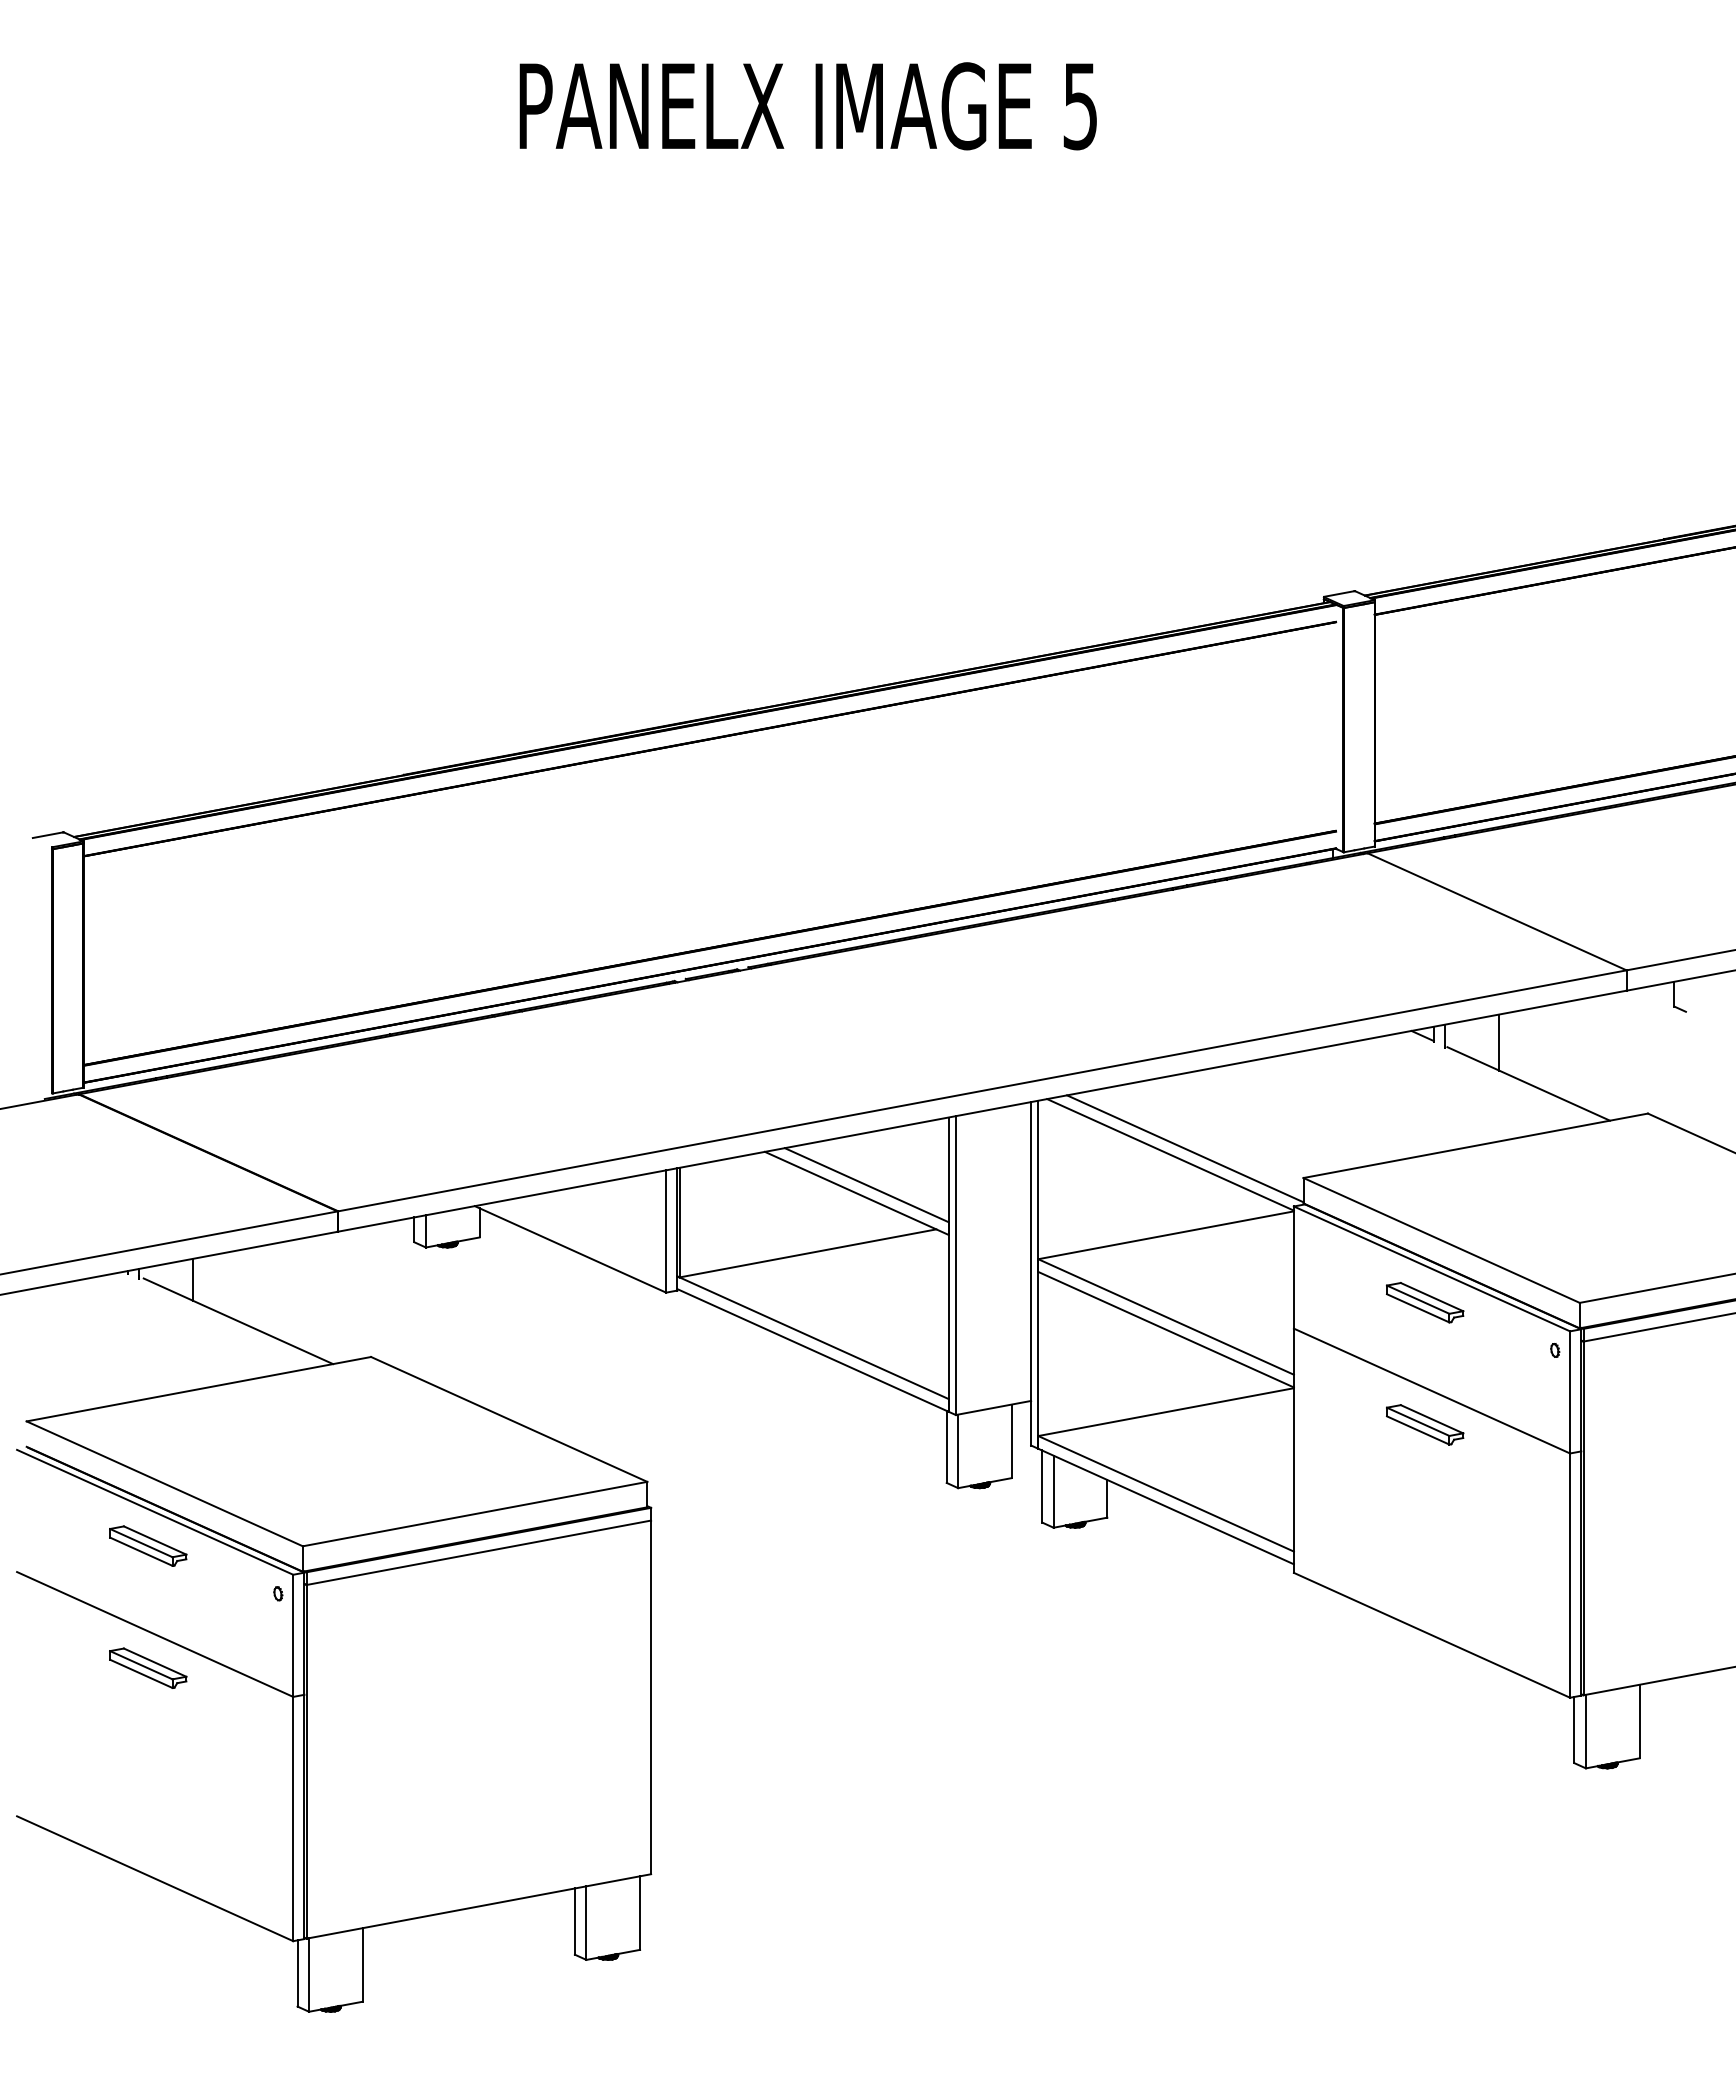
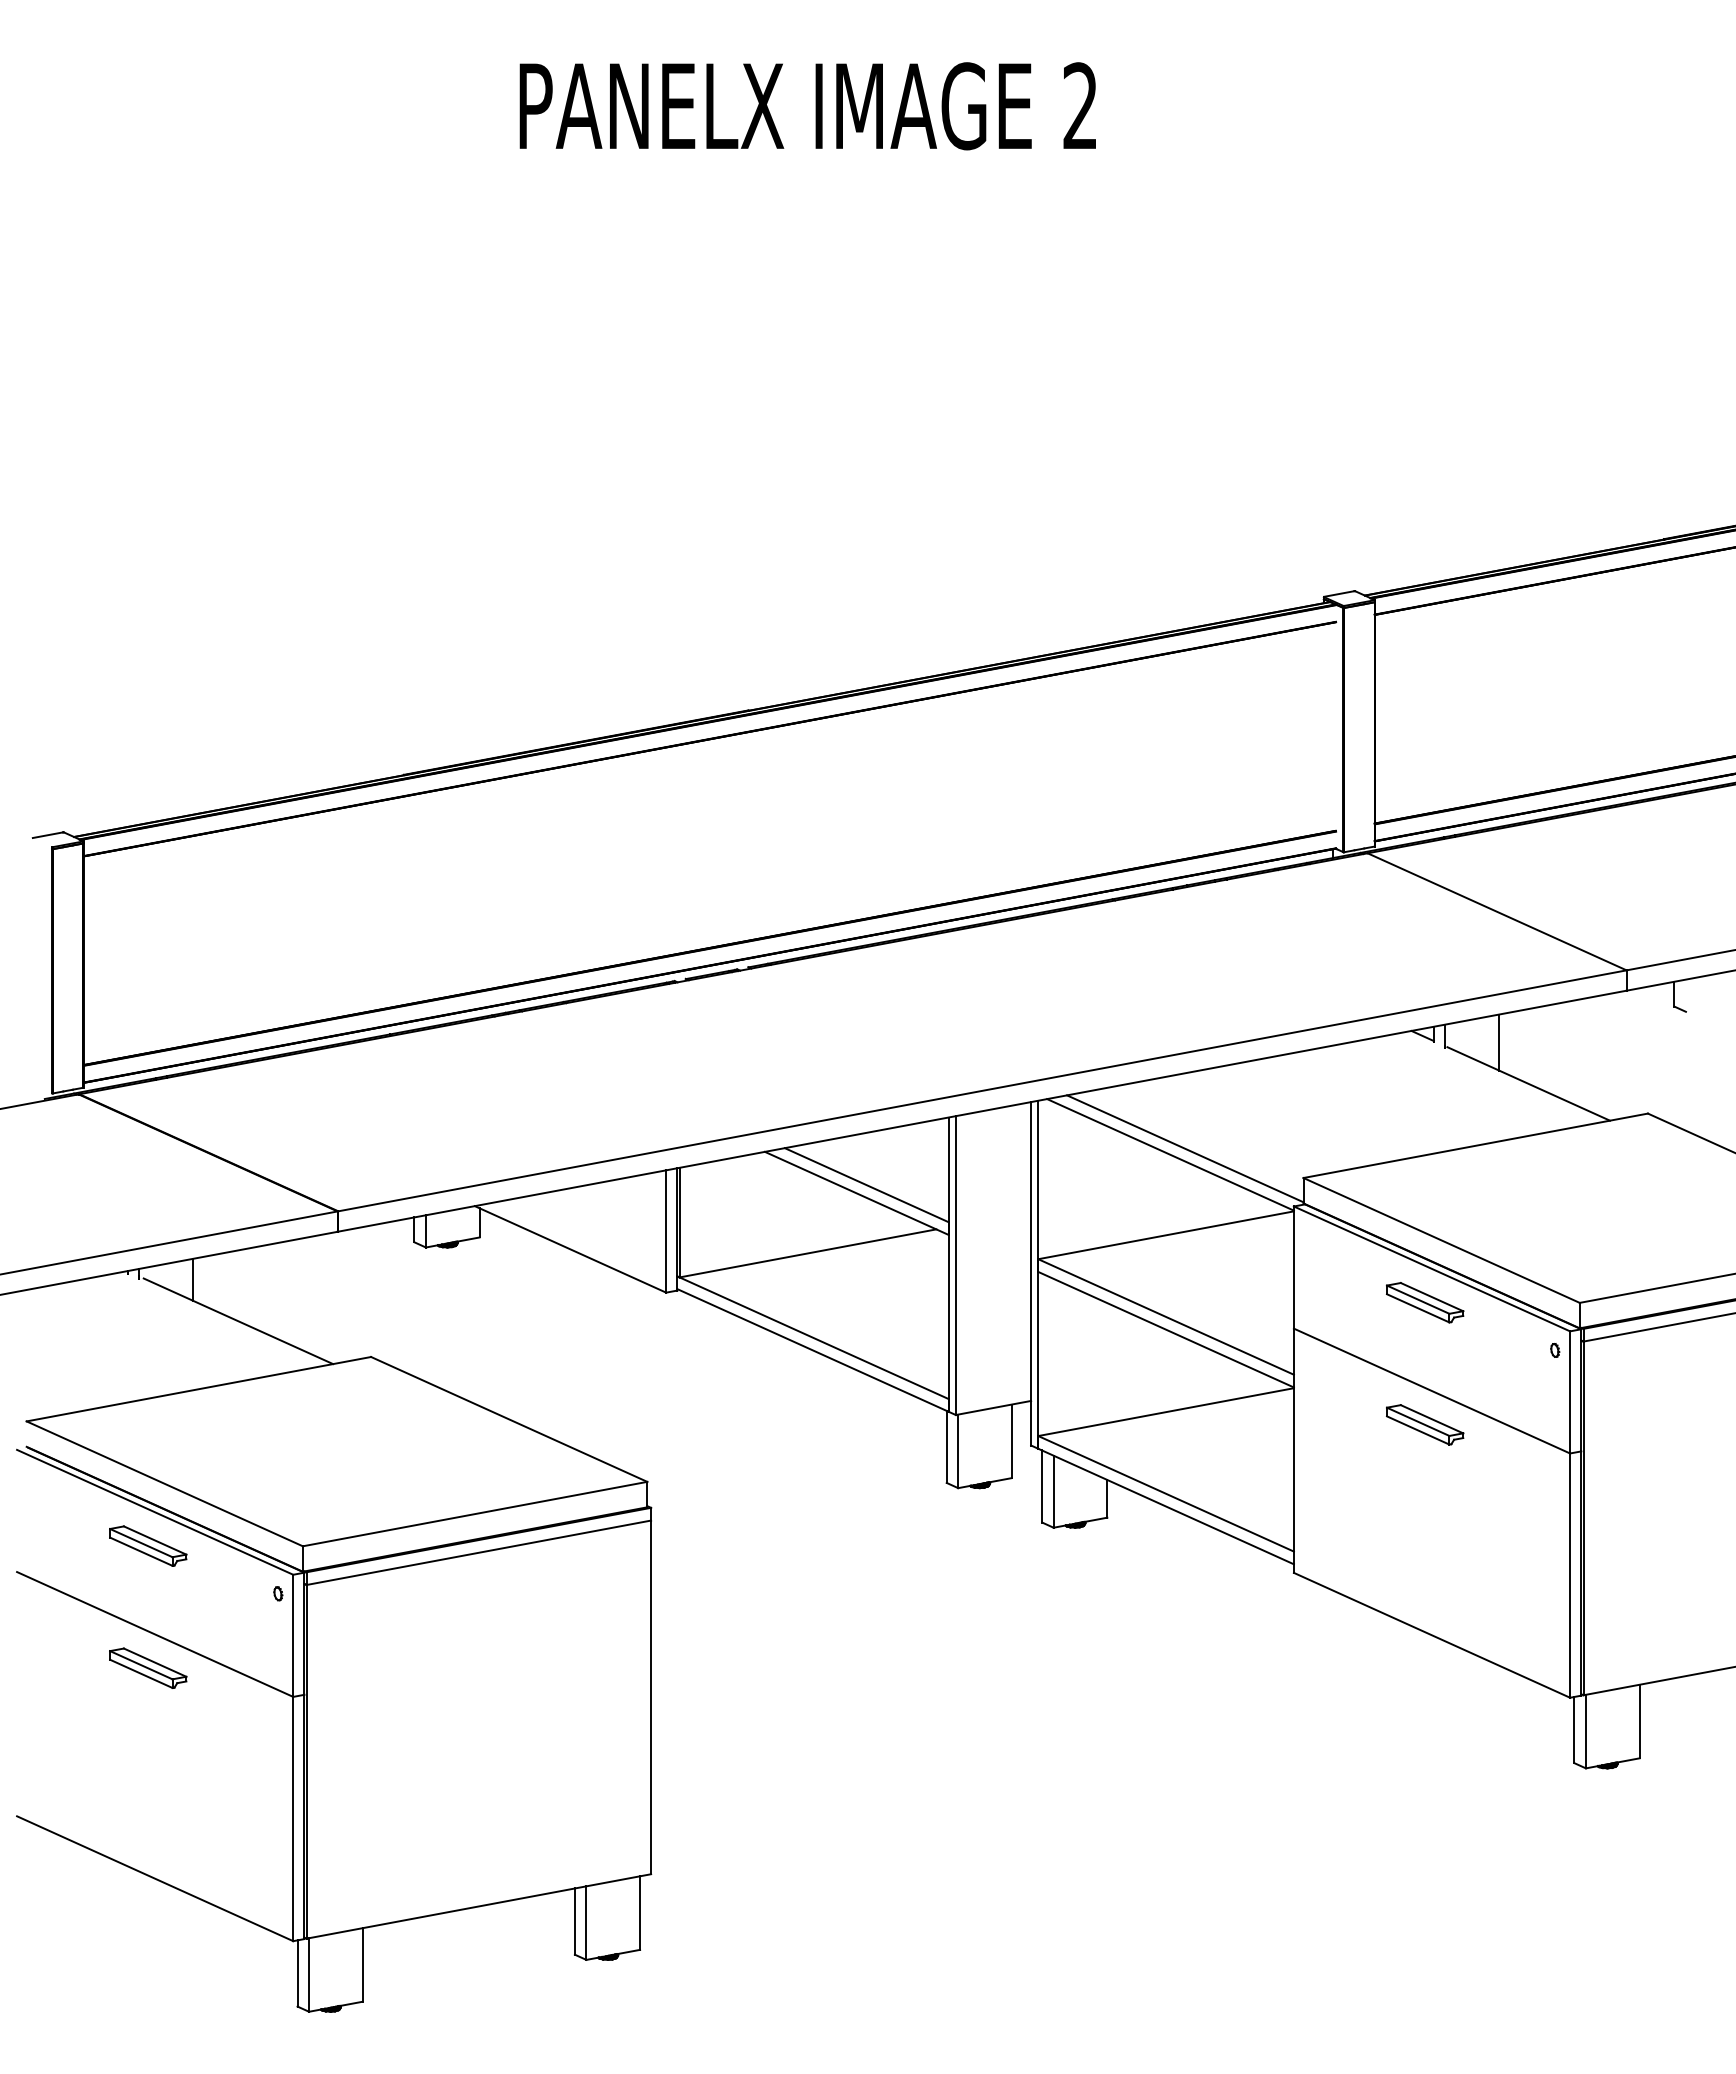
text at (1079, 106): 5 -> 2
